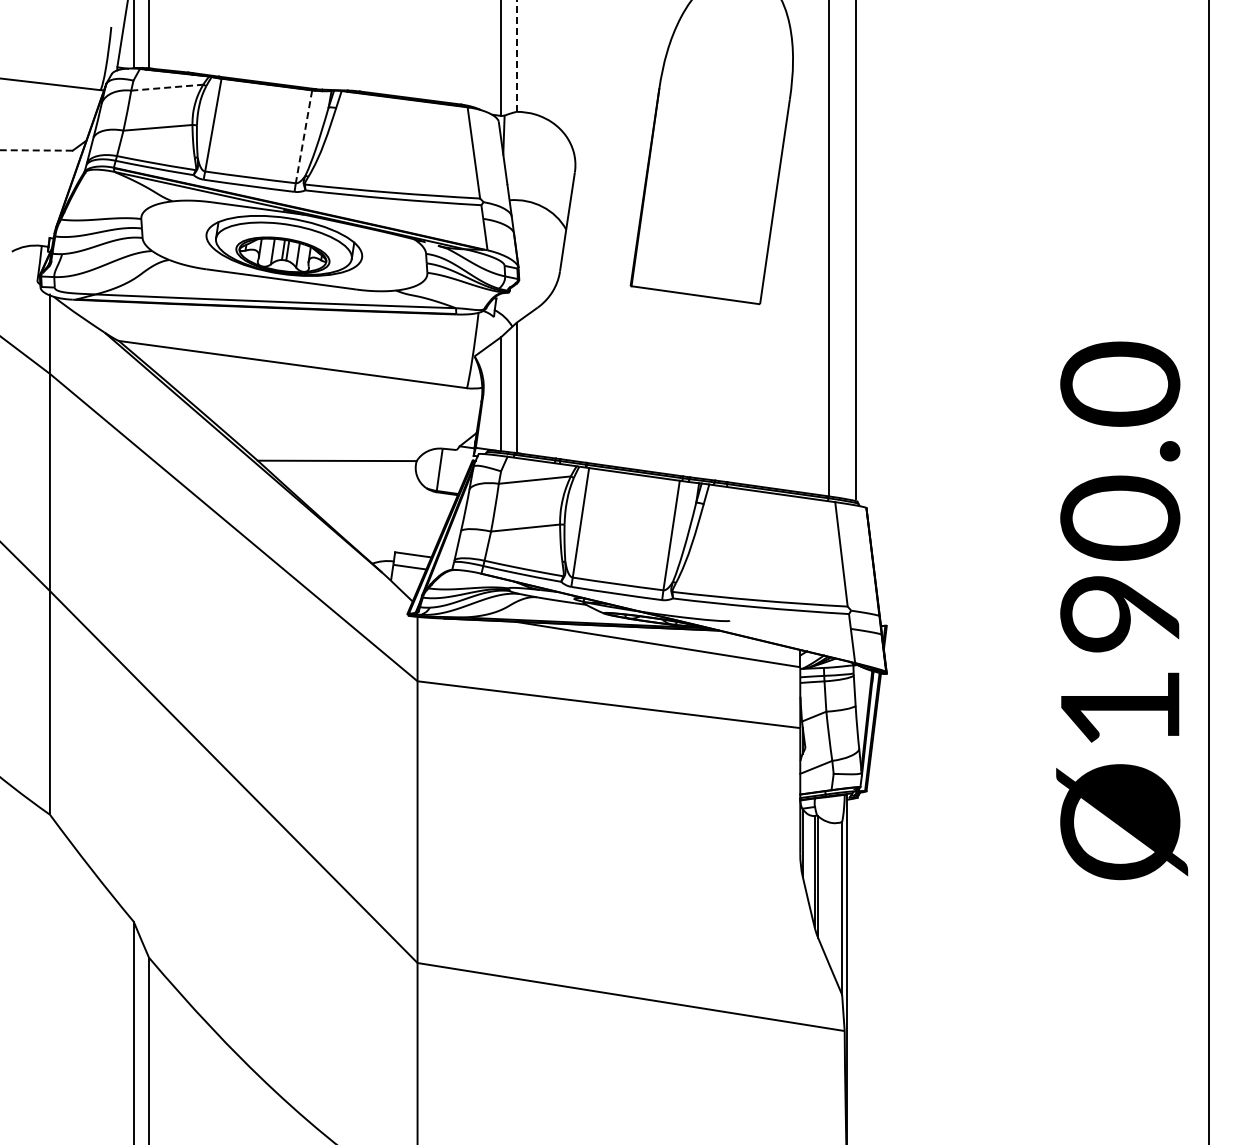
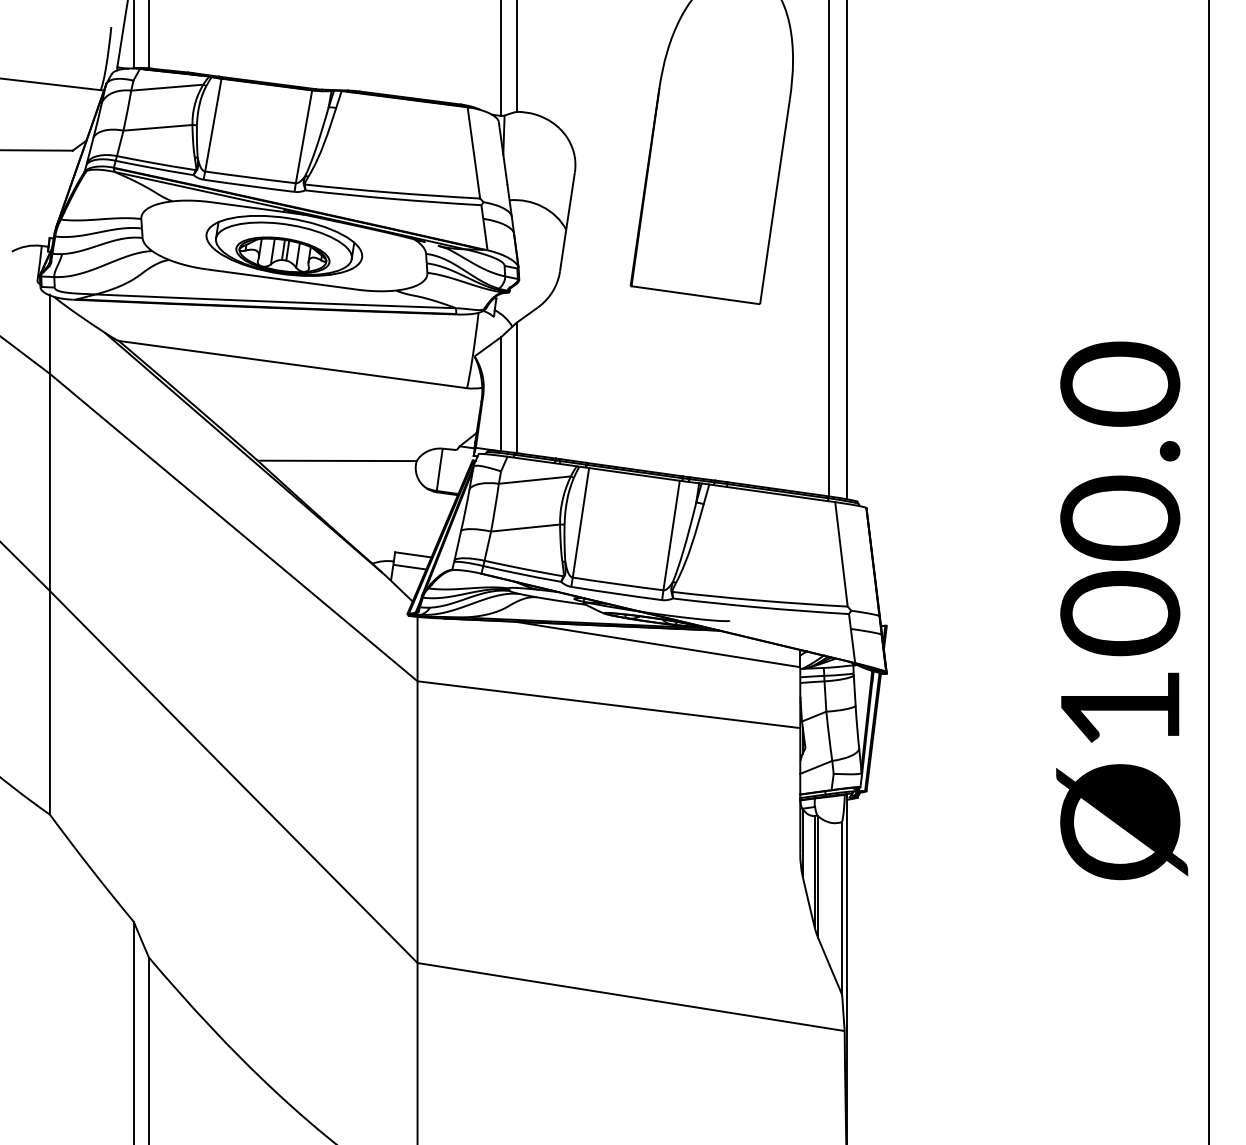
line at (516, 55): dashed -> solid
line at (167, 87): dashed -> solid
line at (303, 137): dashed -> solid
line at (35, 150): dashed -> solid
line at (856, 250) position: (856, 250) -> (847, 250)
text at (1120, 613): Ø190.0 -> Ø100.0
